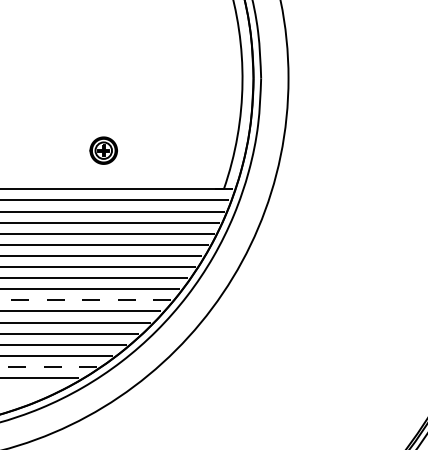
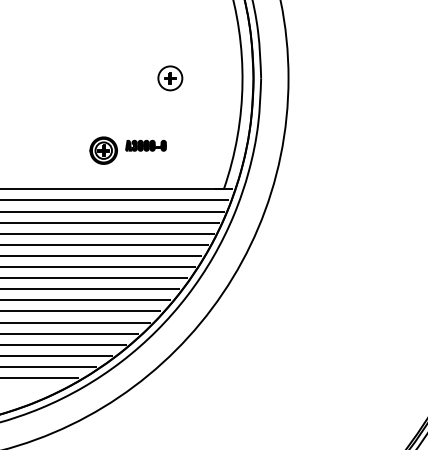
part at (170, 78): none -> present
part at (145, 145): none -> present
line at (85, 300): dashed -> solid
line at (48, 366): dashed -> solid
